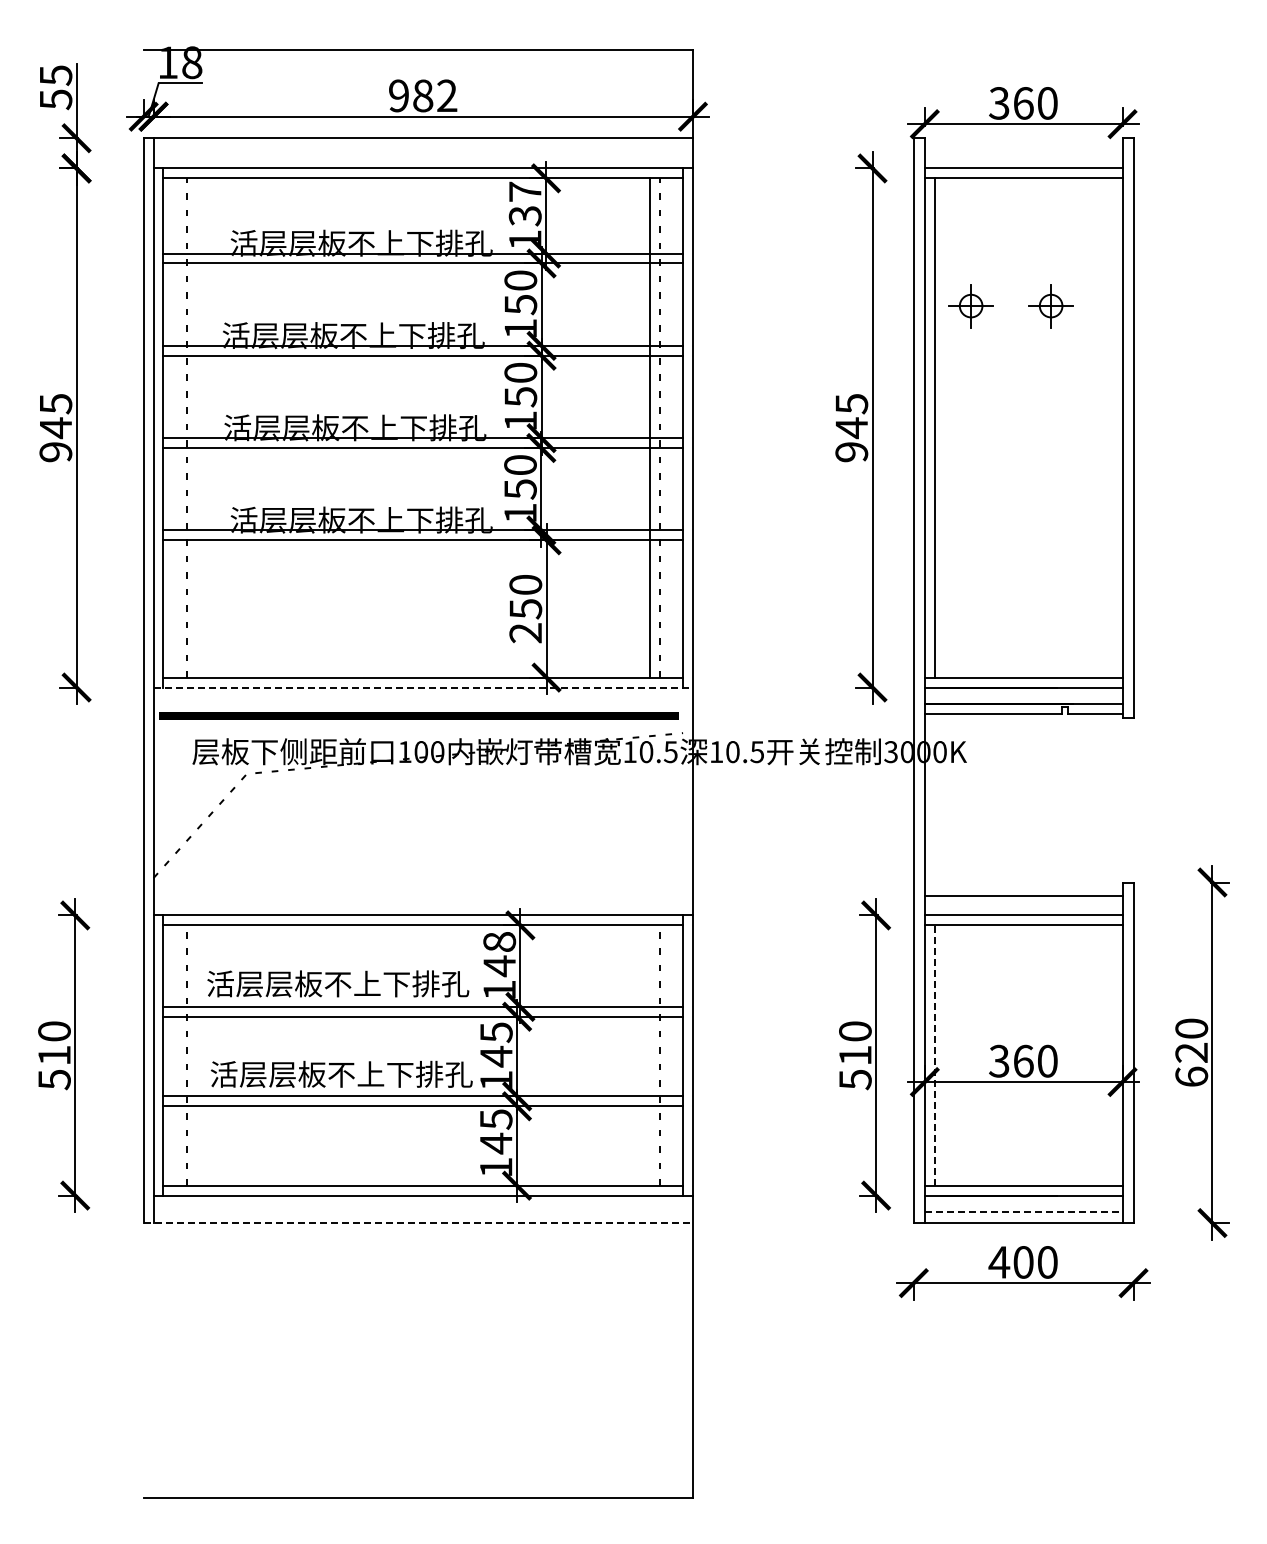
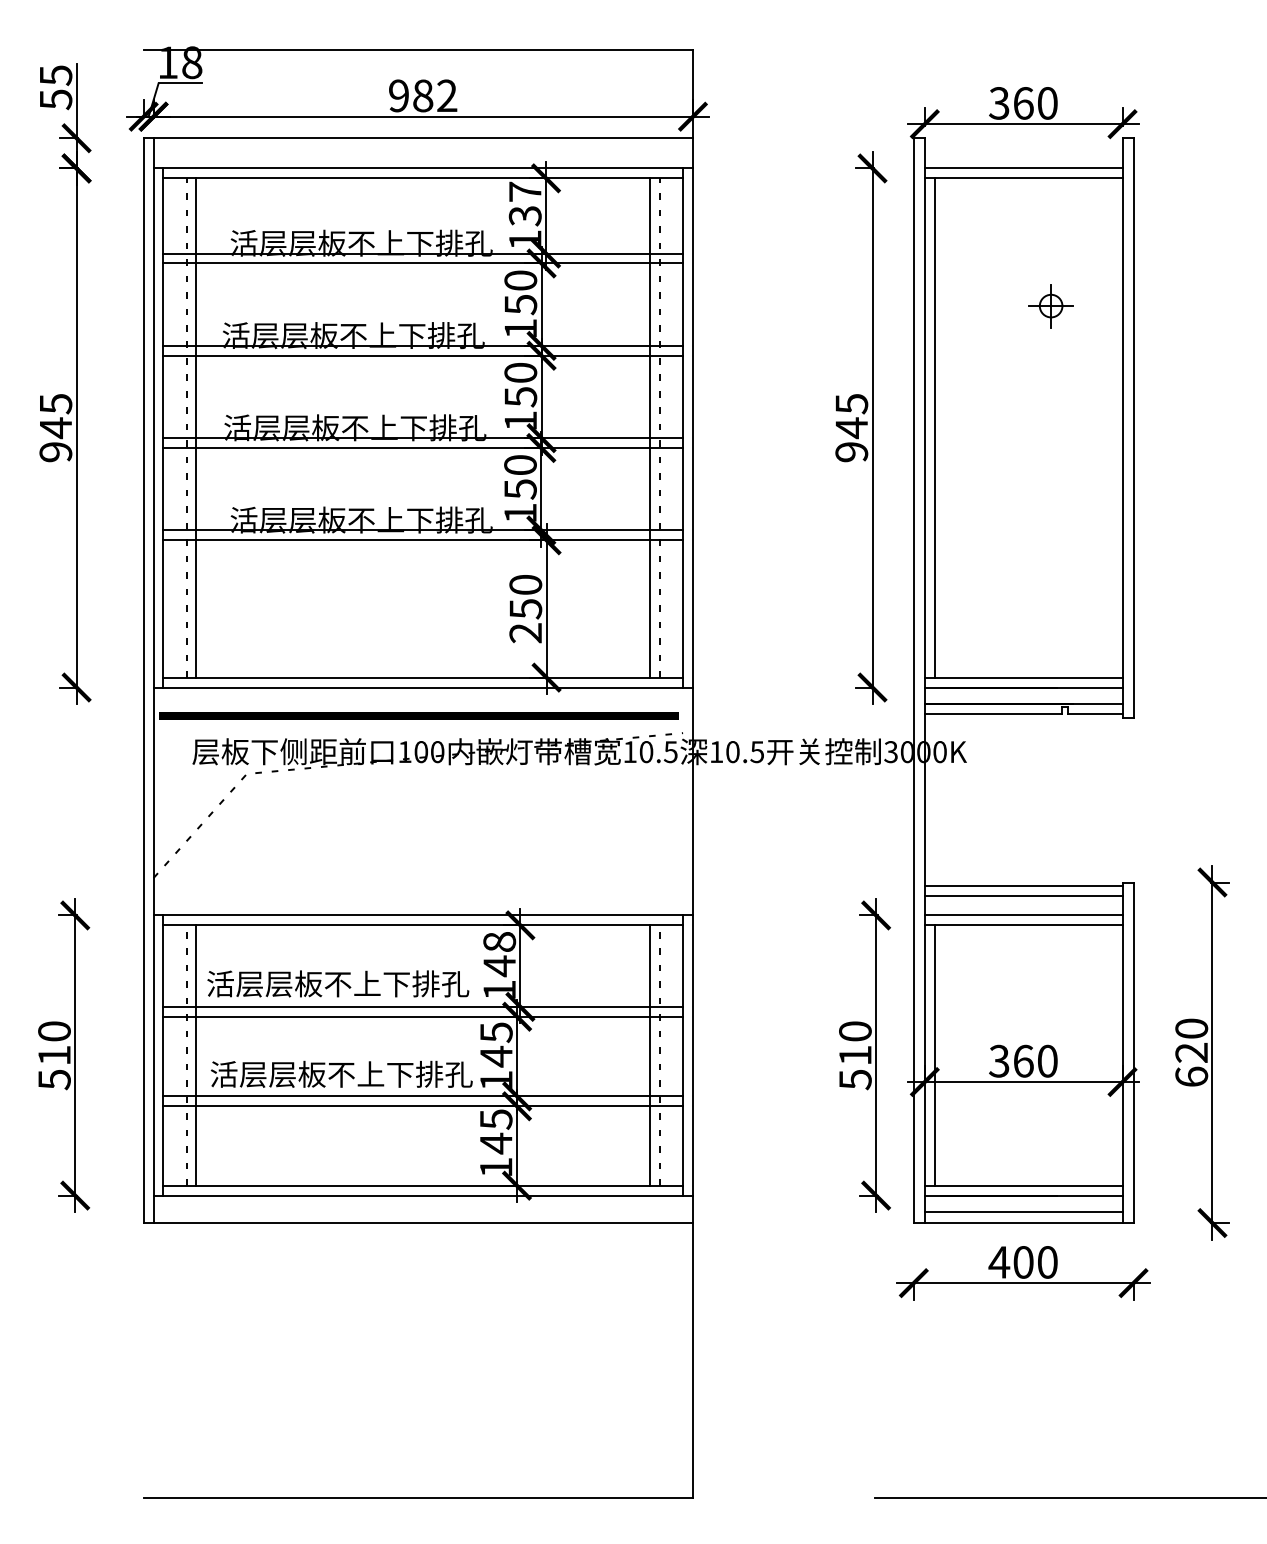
part at (970, 306): present -> none
line at (196, 427): none -> present
line at (423, 687): dashed -> solid
line at (1023, 886): none -> present
line at (196, 1055): none -> present
line at (650, 1055): none -> present
line at (934, 1055): dashed -> solid
line at (1023, 1212): dashed -> solid
line at (418, 1223): dashed -> solid
line at (1068, 1497): none -> present
